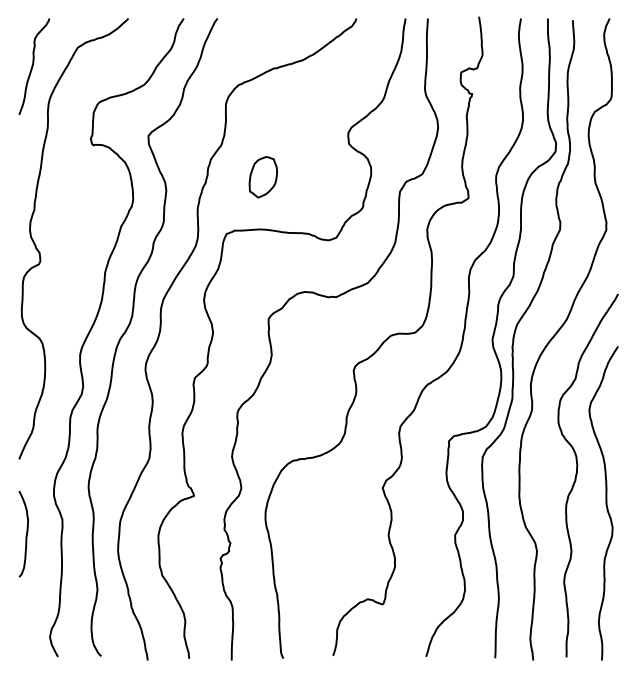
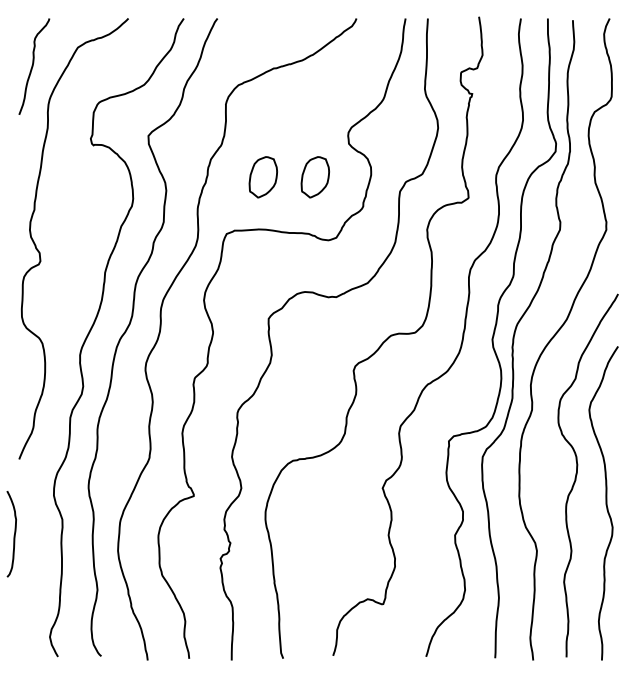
part at (314, 177): none -> present
curve at (25, 535) position: (25, 535) -> (13, 535)
